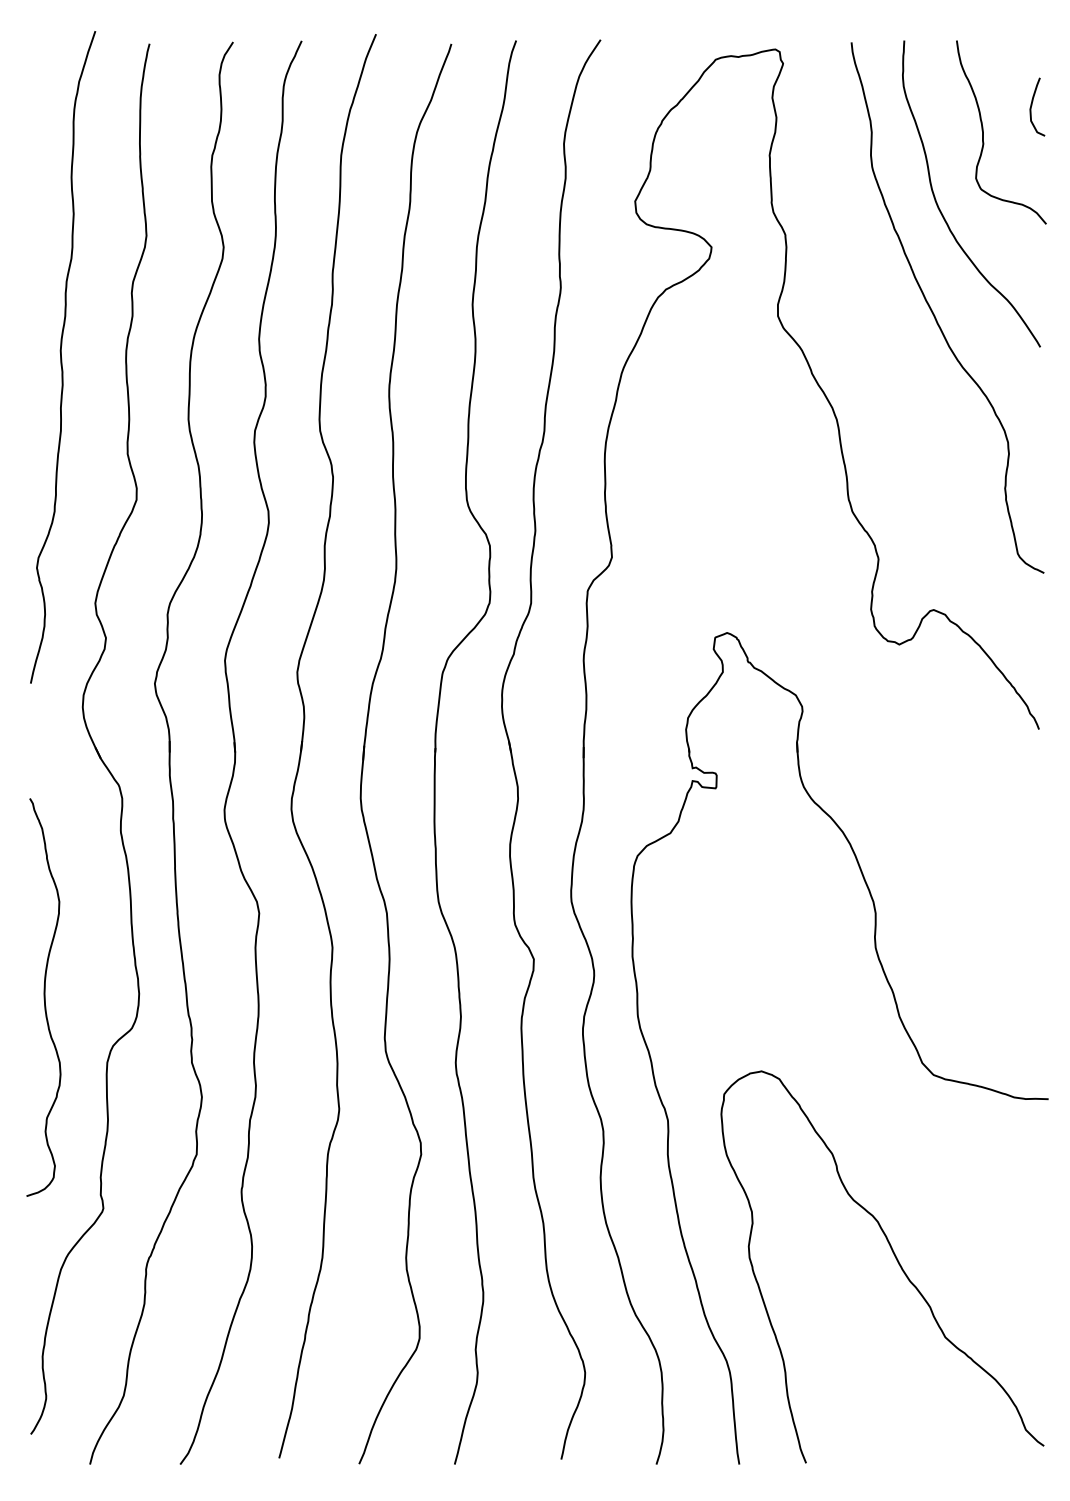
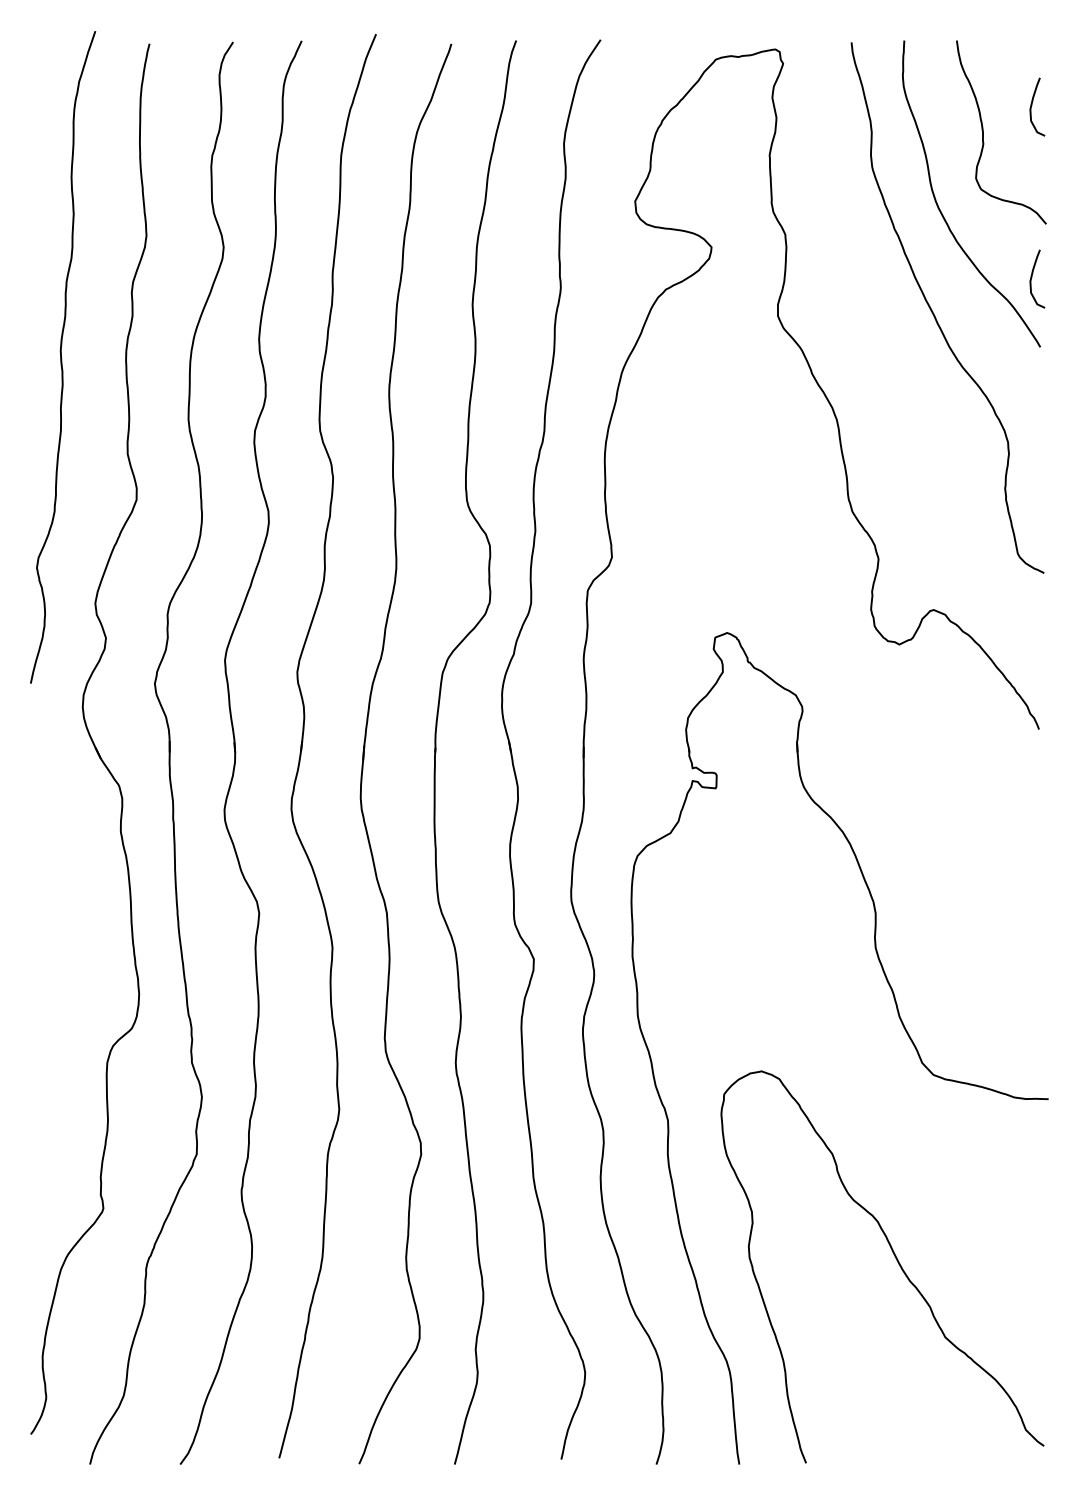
curve at (1032, 277): none -> present
curve at (43, 997): present -> none
